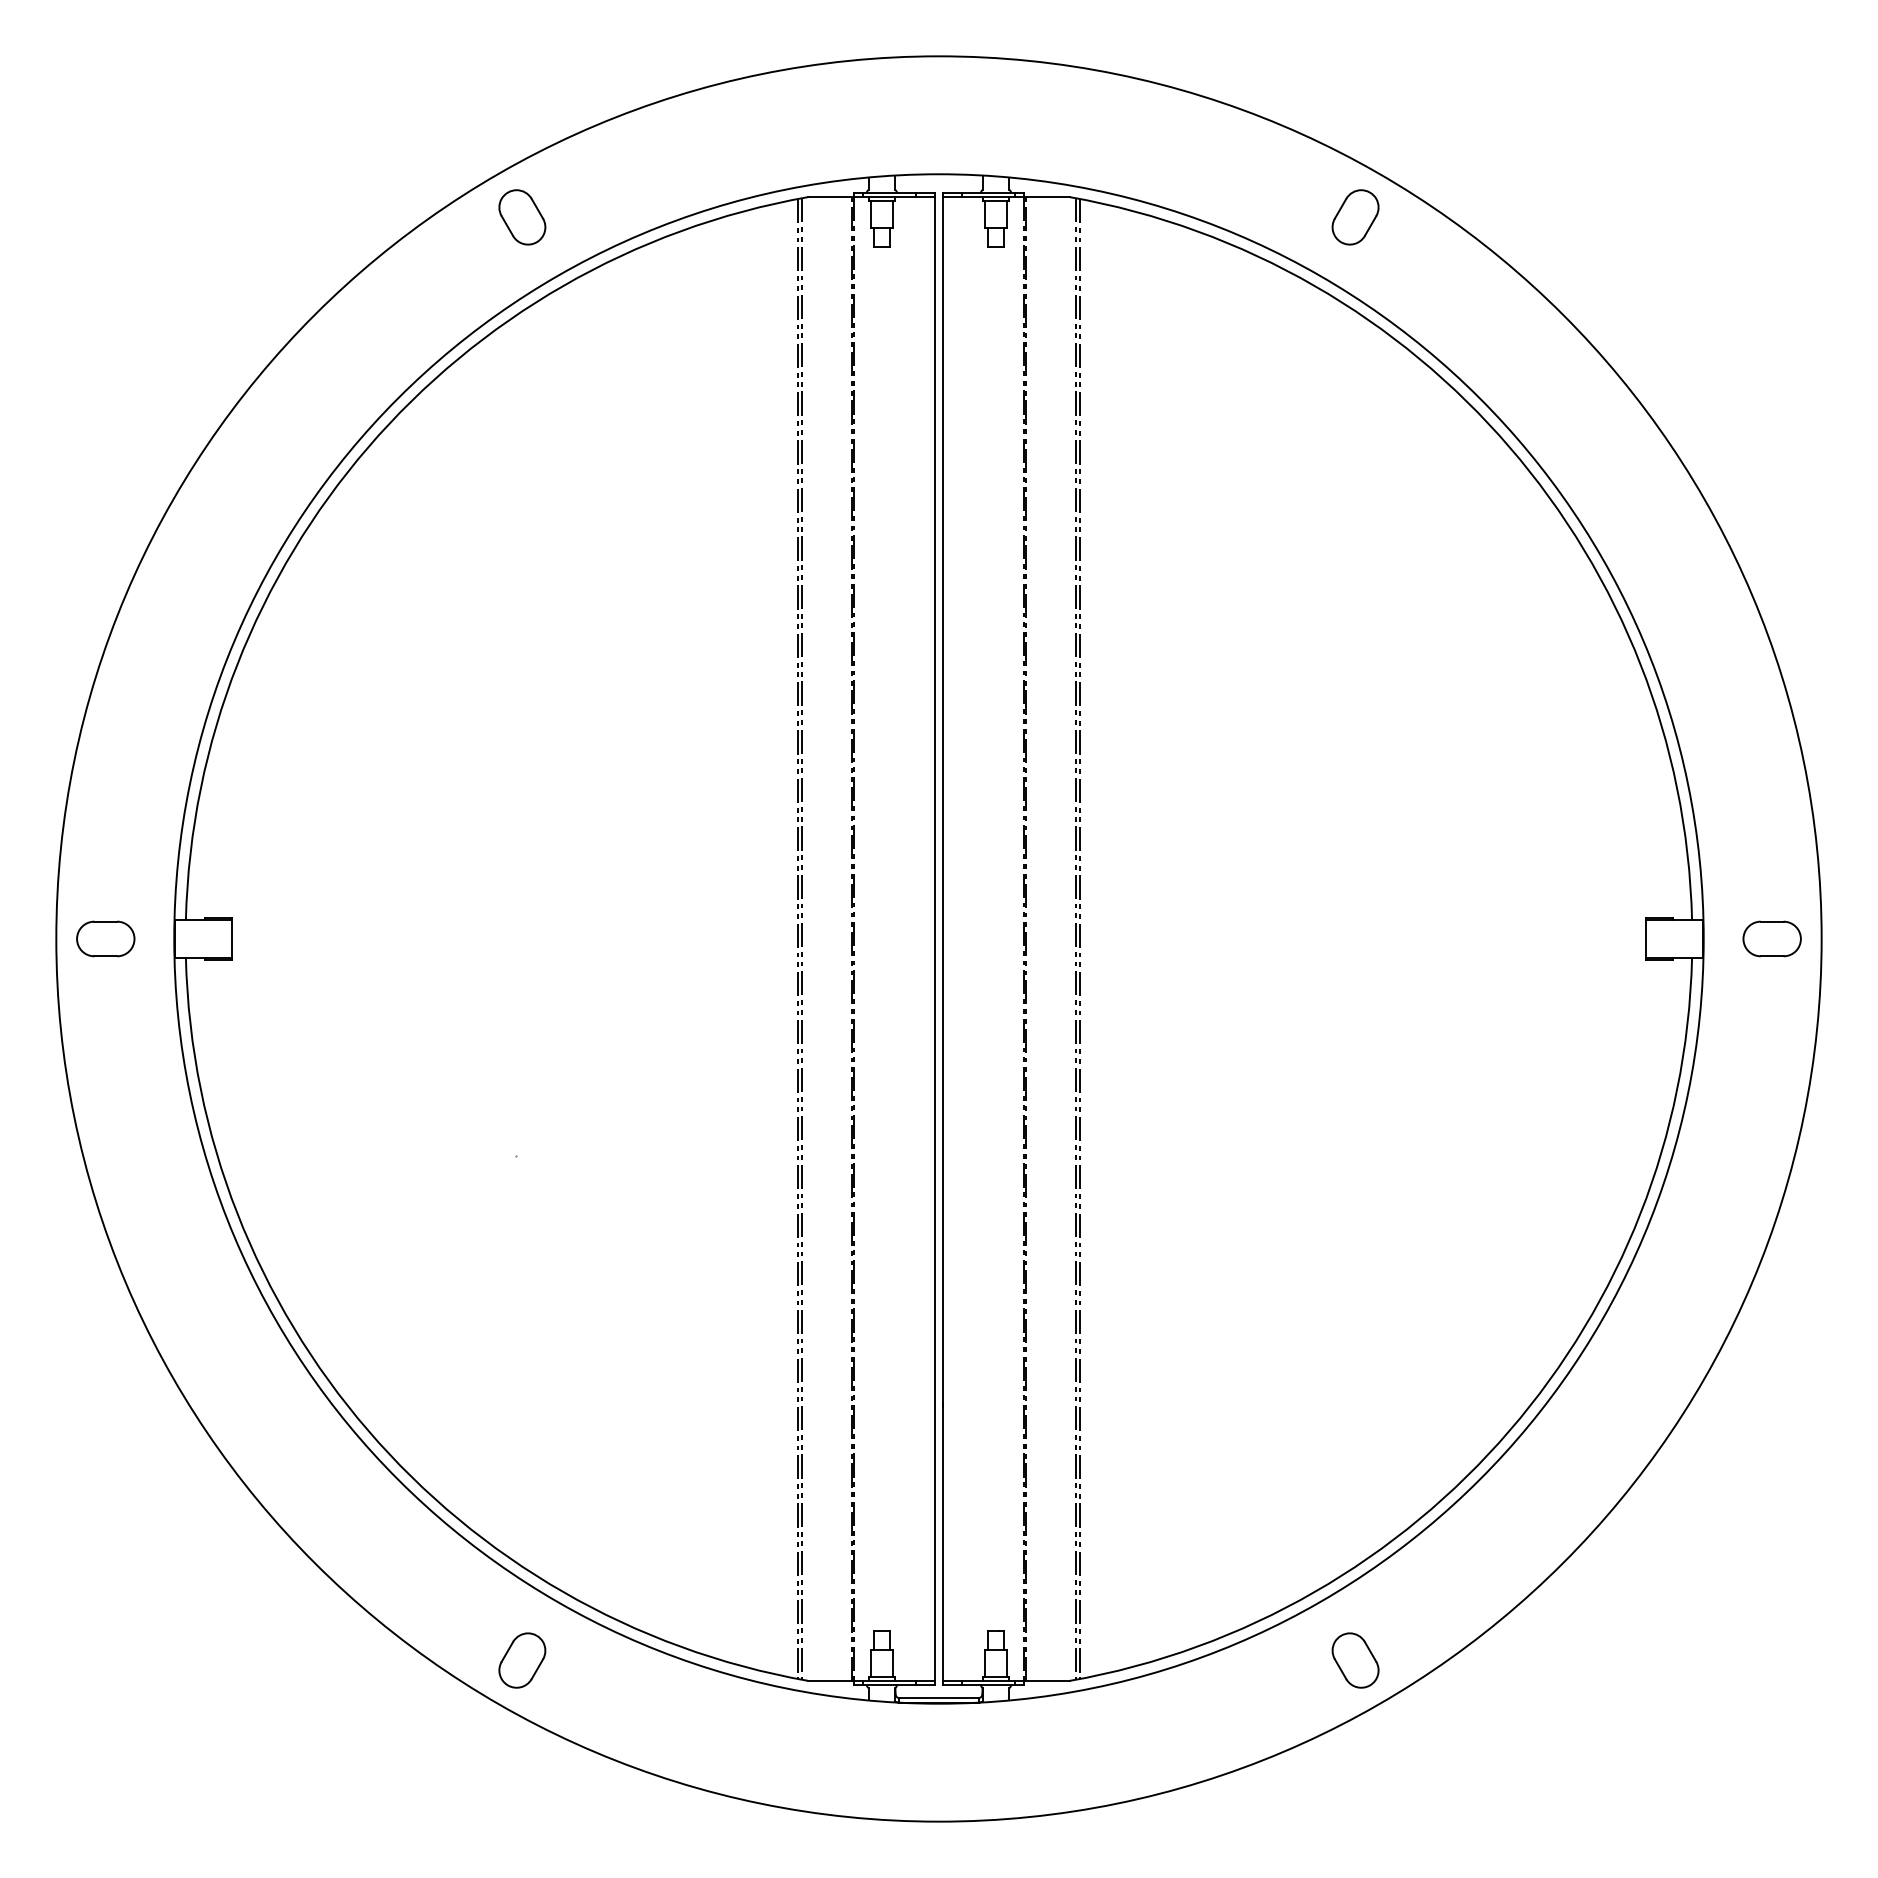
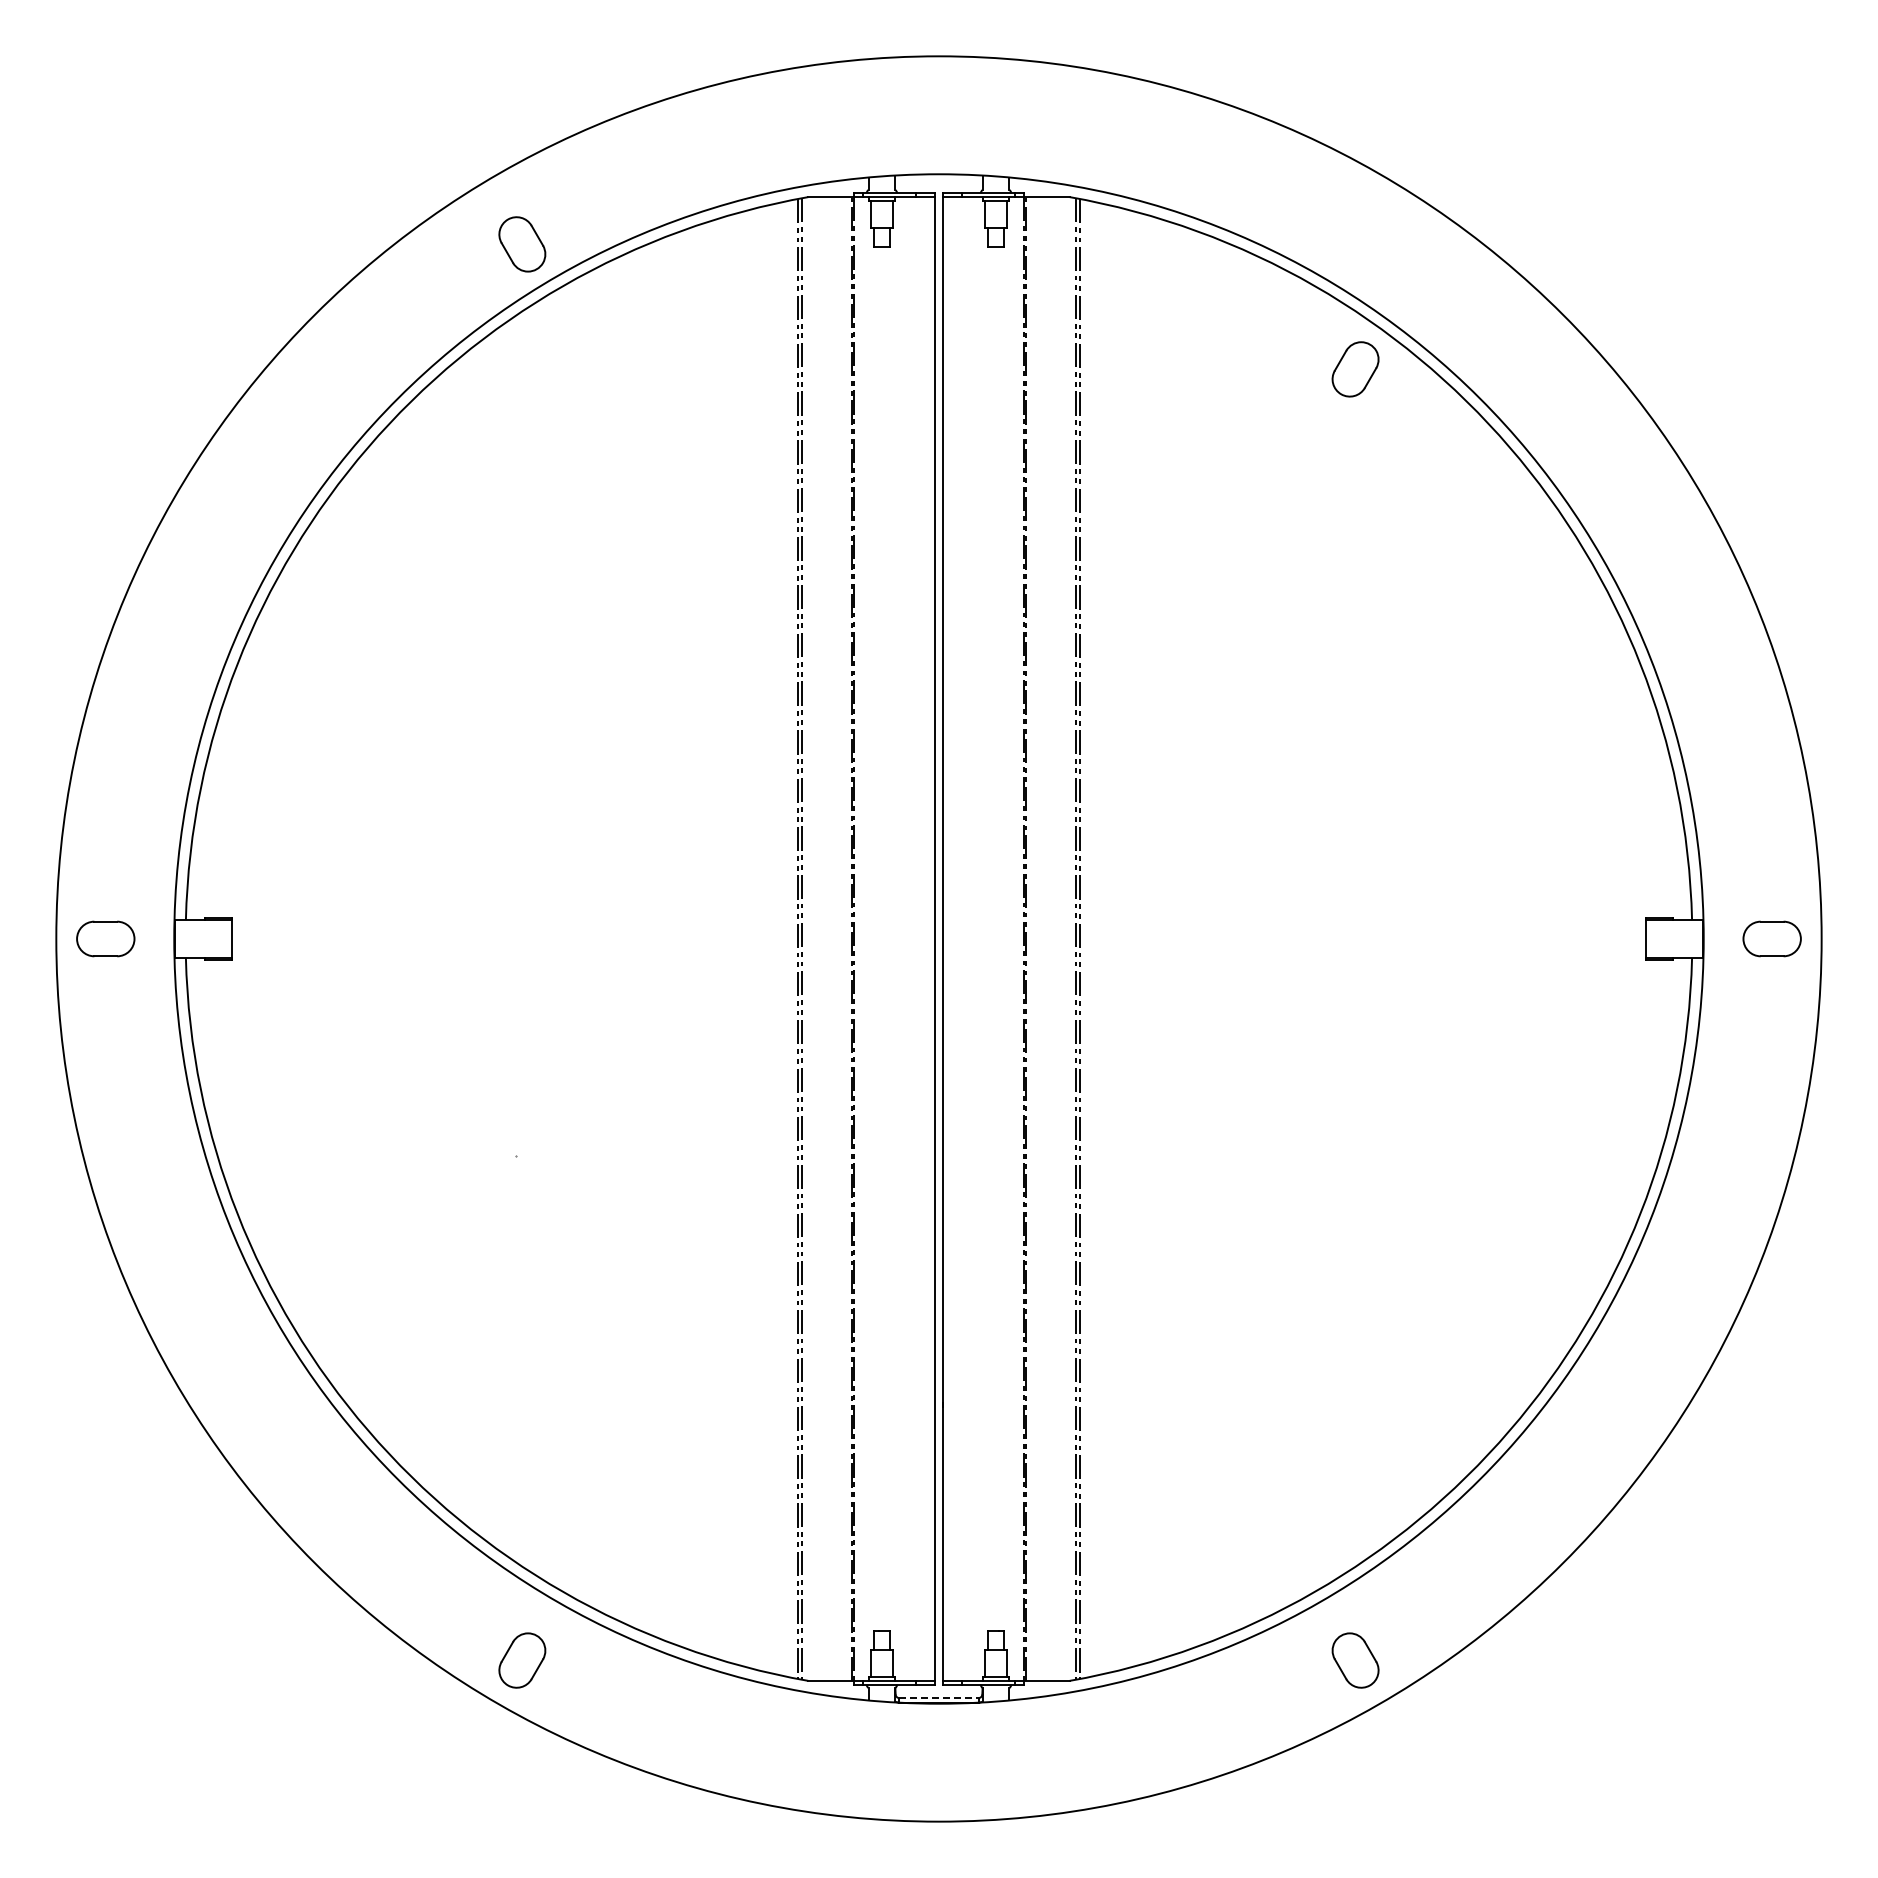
part at (522, 217) position: (522, 217) -> (522, 244)
part at (1355, 217) position: (1355, 217) -> (1355, 369)
line at (938, 1698): solid -> dashed
